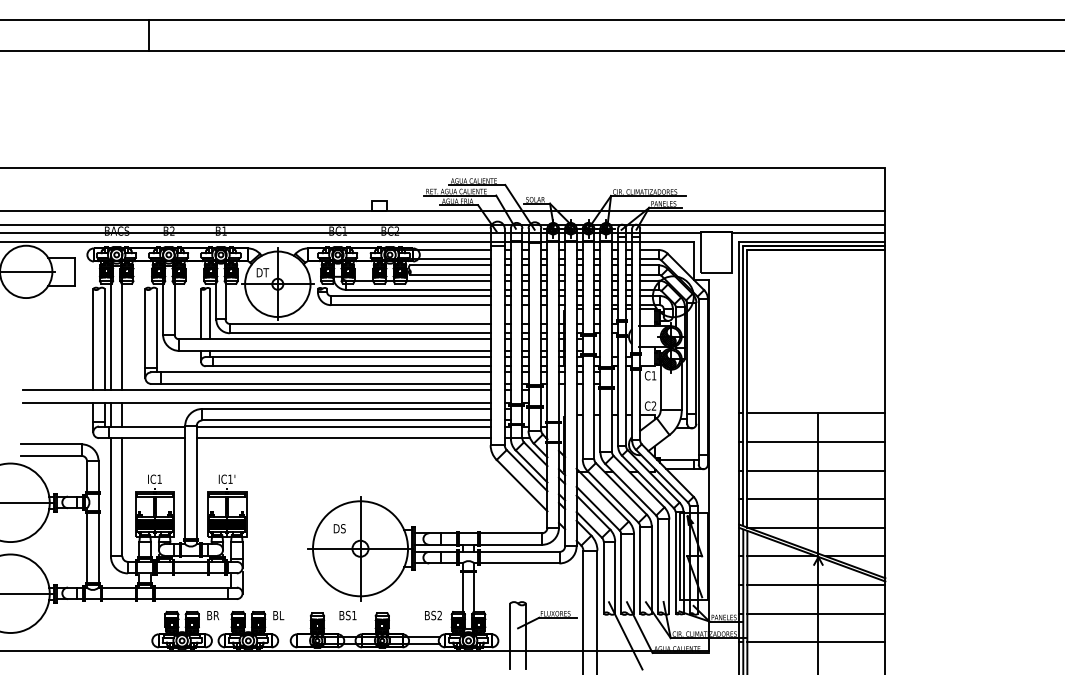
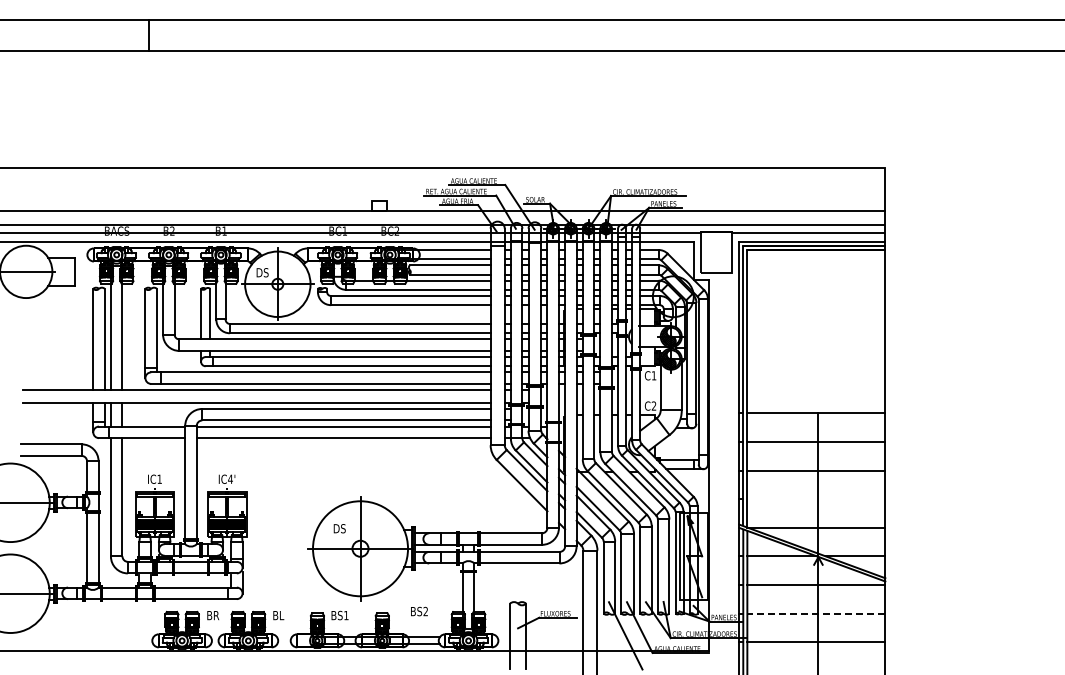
text at (262, 272): DT -> DS
text at (230, 478): IC1' -> IC4'
line at (816, 499): present -> none
line at (815, 613): solid -> dashed
text at (347, 615) position: (347, 615) -> (339, 615)
text at (433, 615) position: (433, 615) -> (419, 611)
